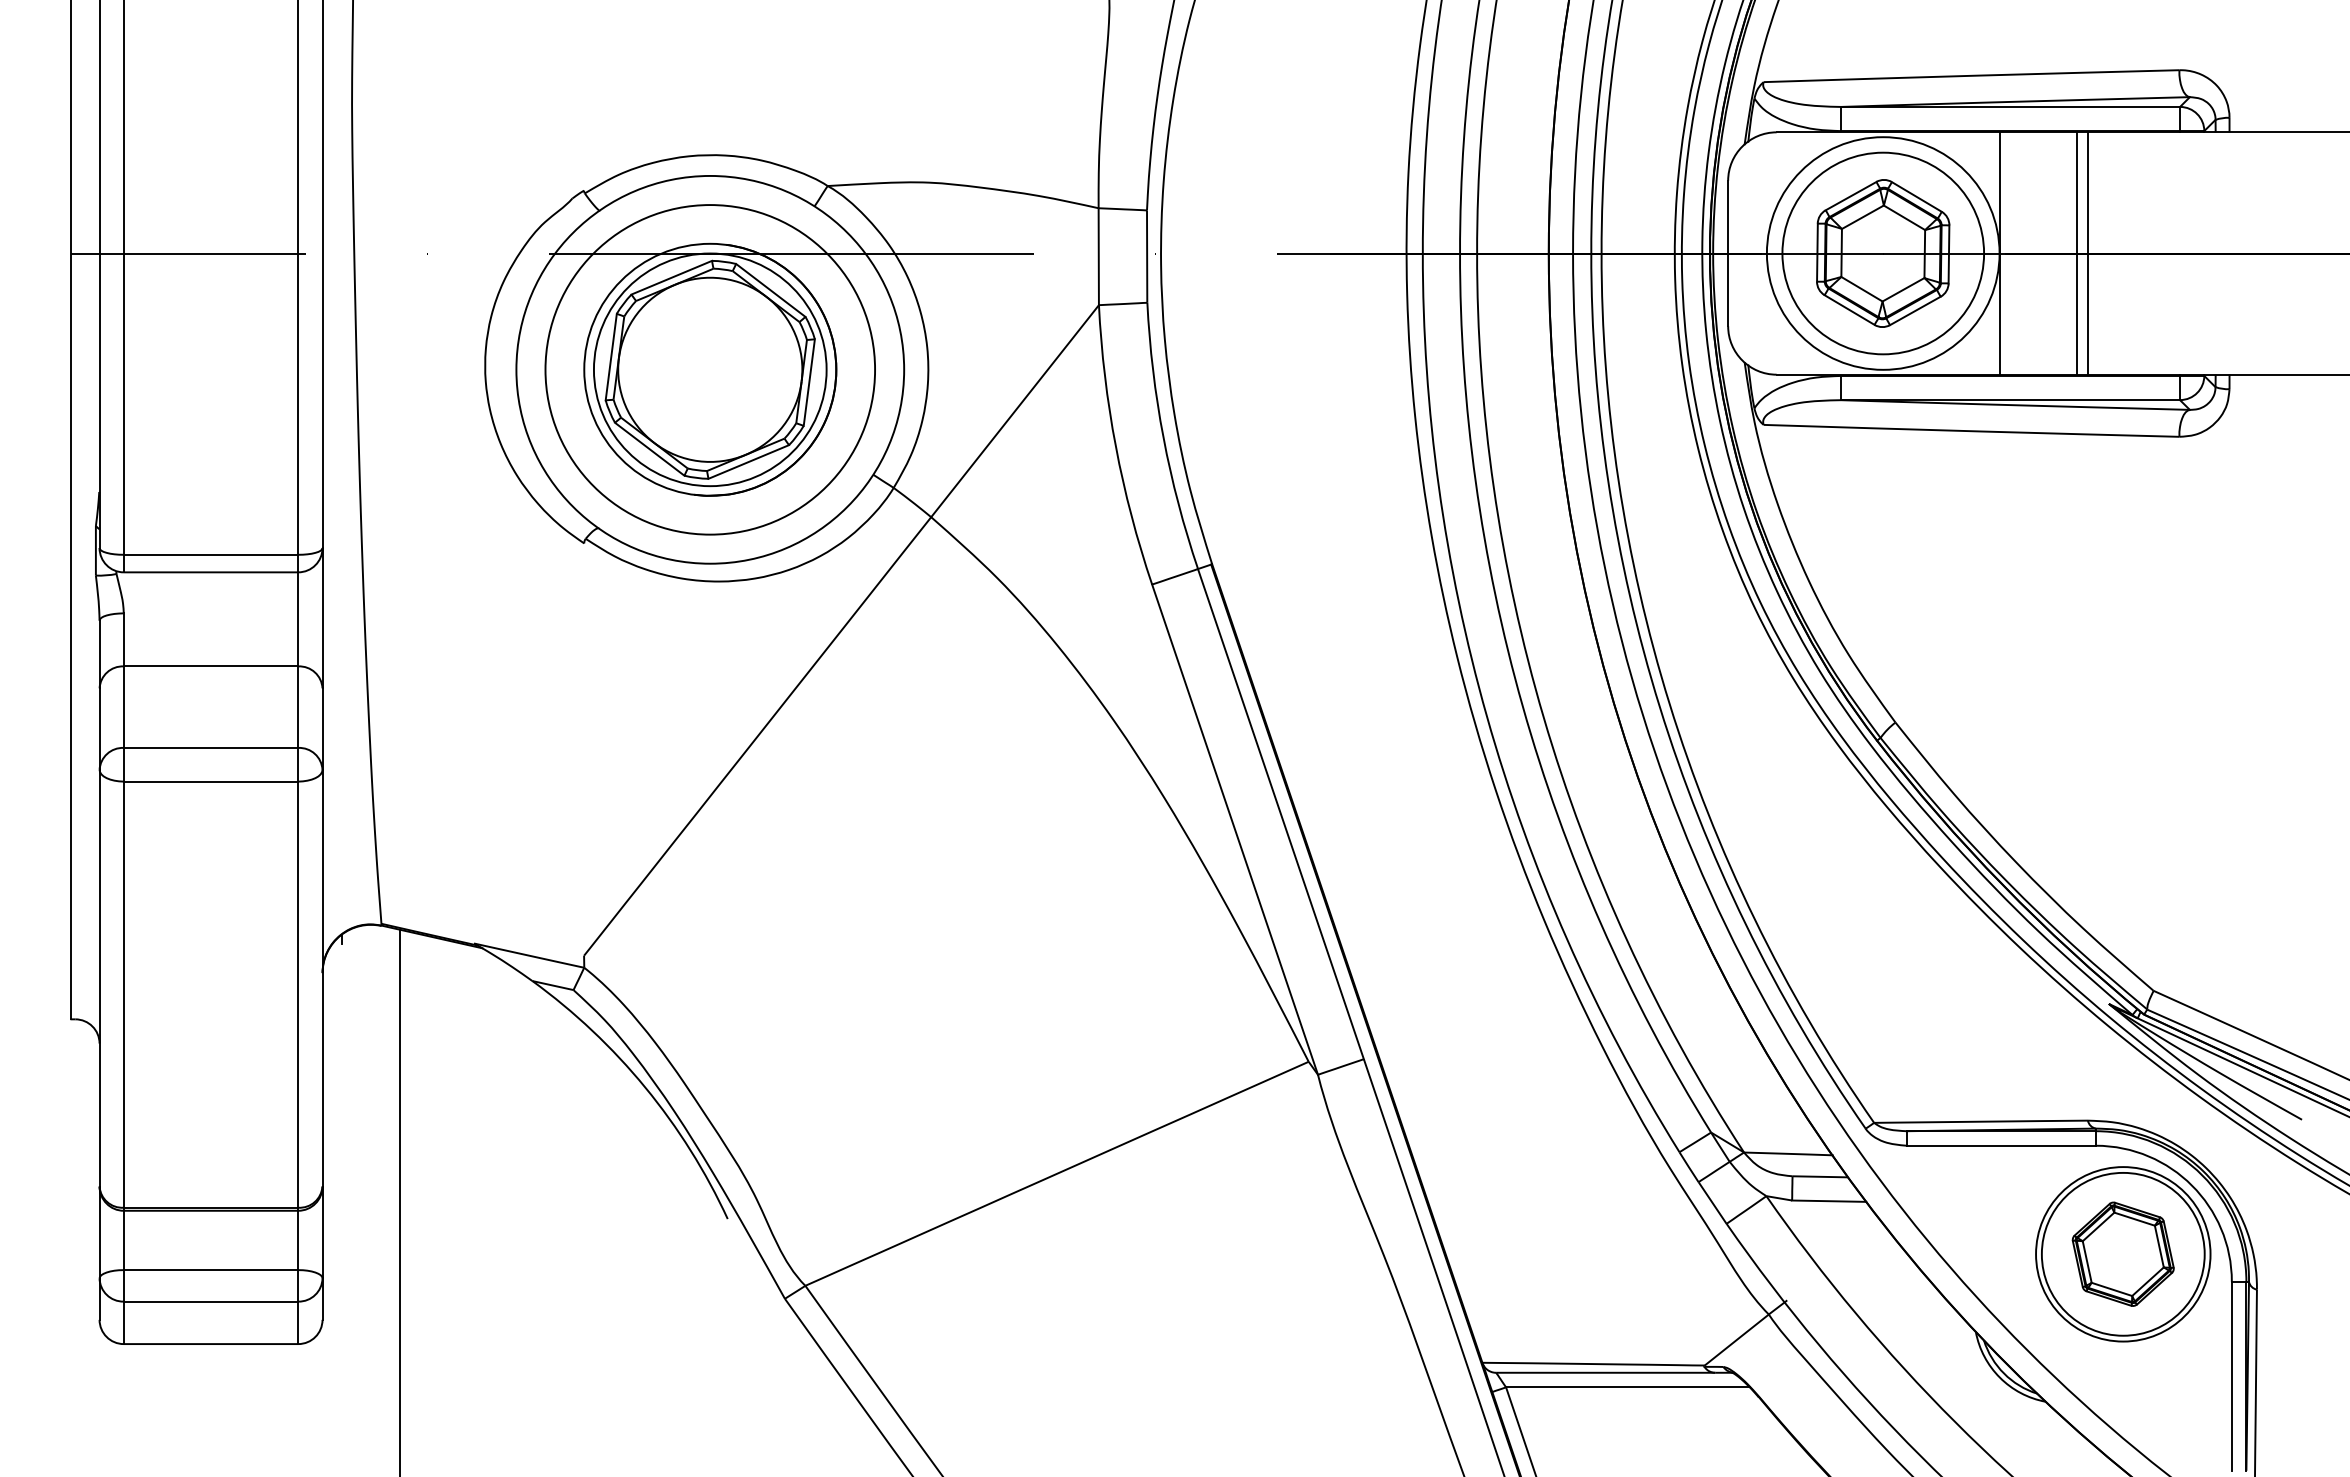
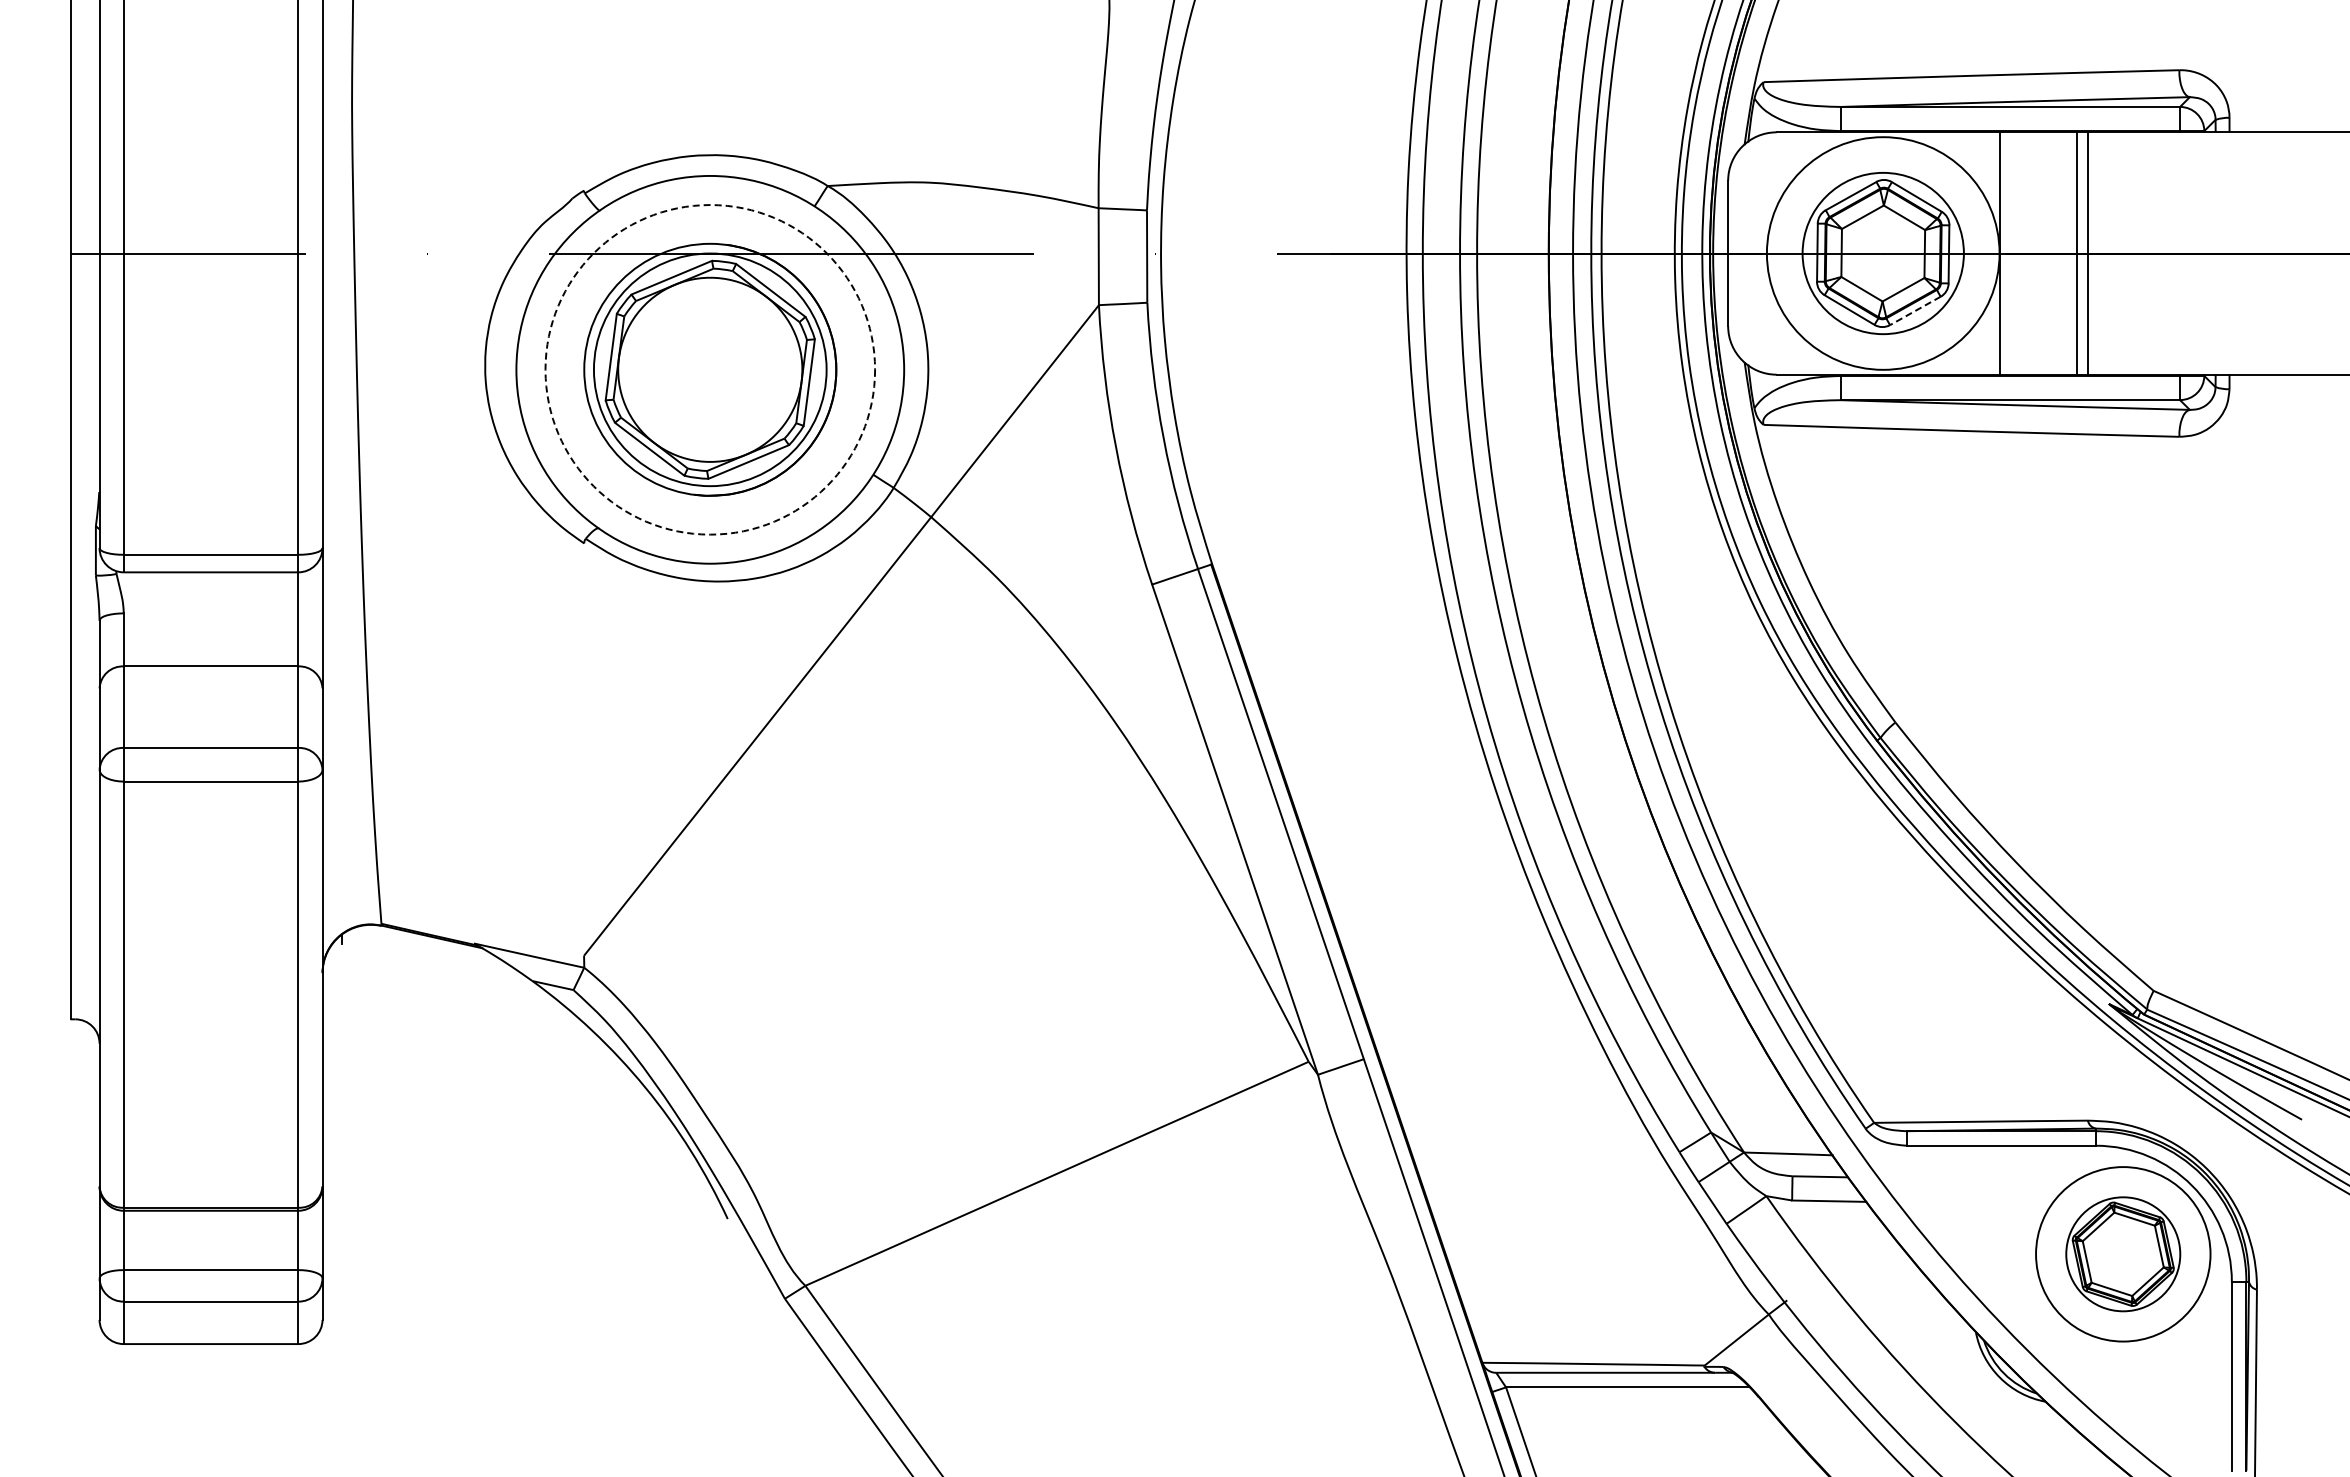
circle at (1883, 253) diameter: 202 px -> 161 px
line at (1914, 311): solid -> dashed
circle at (710, 369): solid -> dashed
line at (400, 1201): present -> none
circle at (2122, 1253) diameter: 163 px -> 114 px
